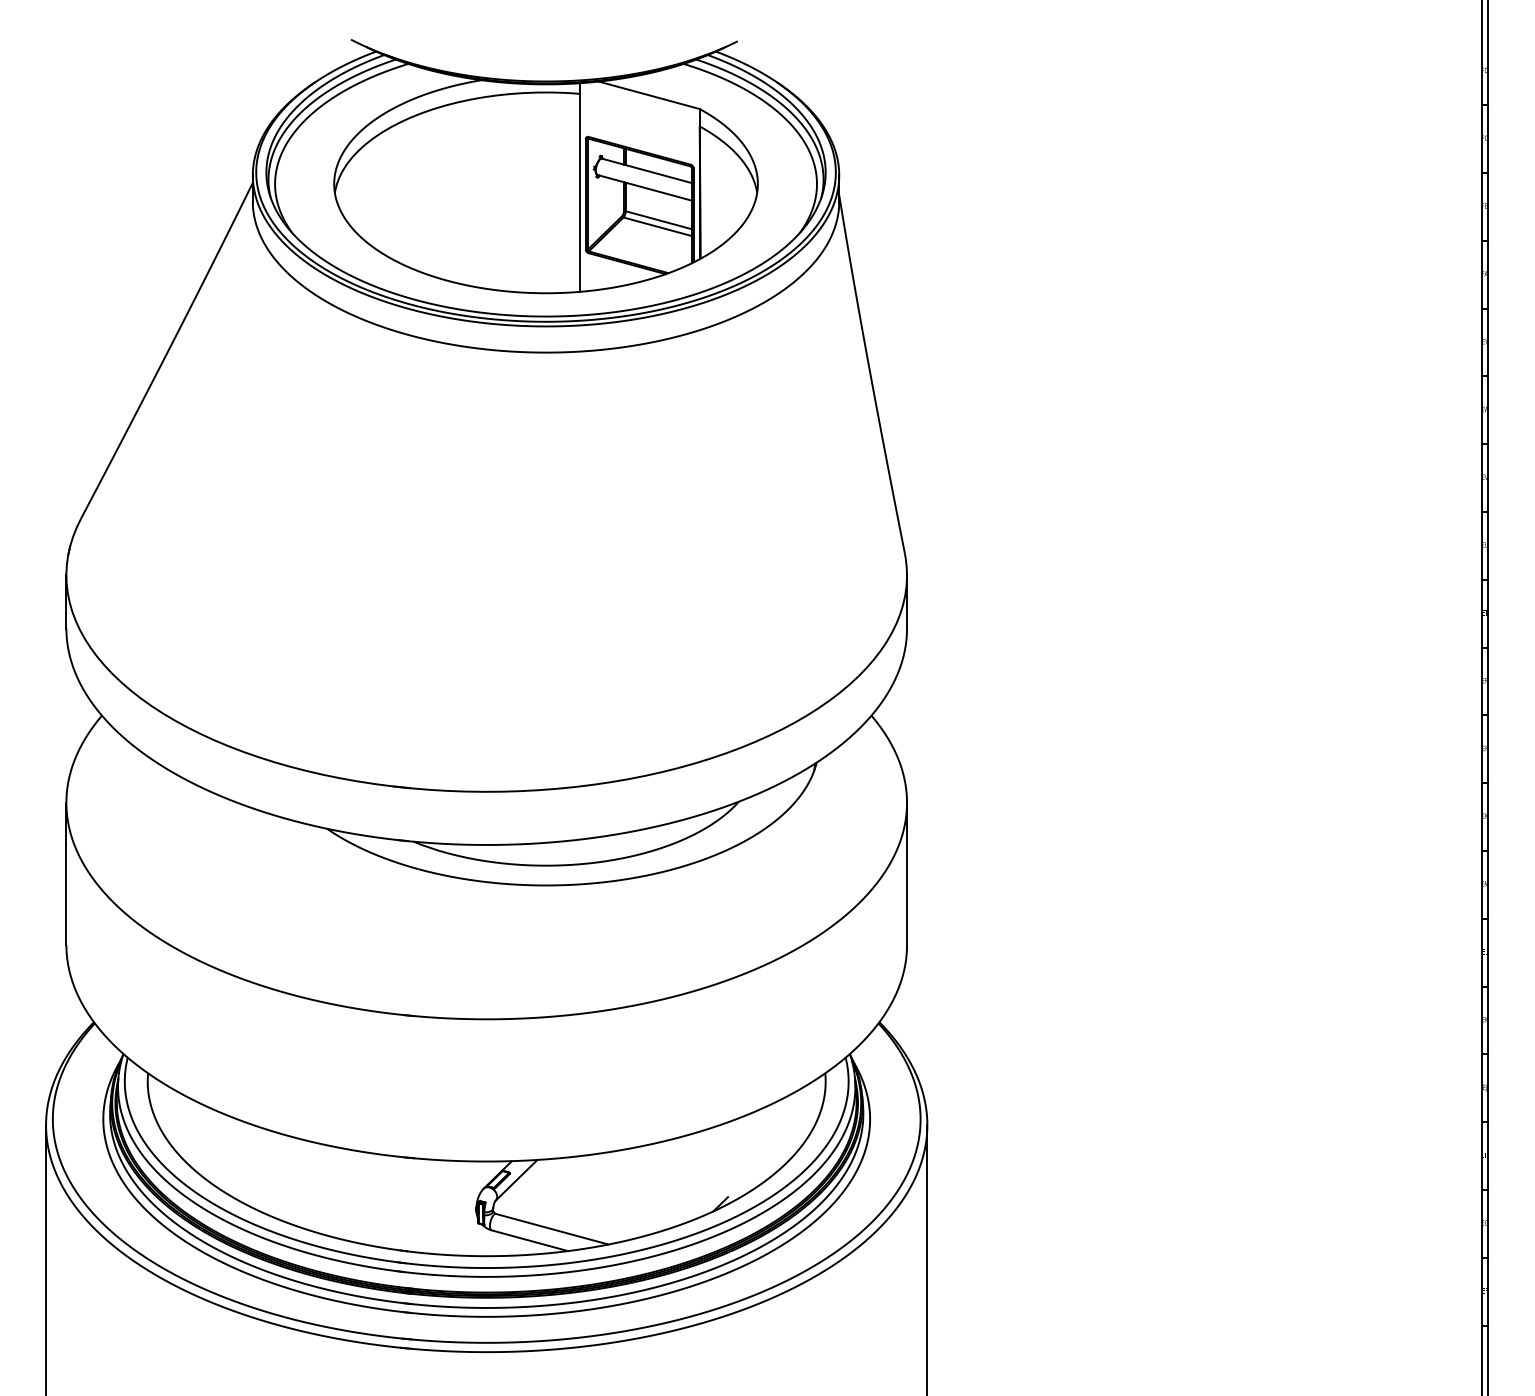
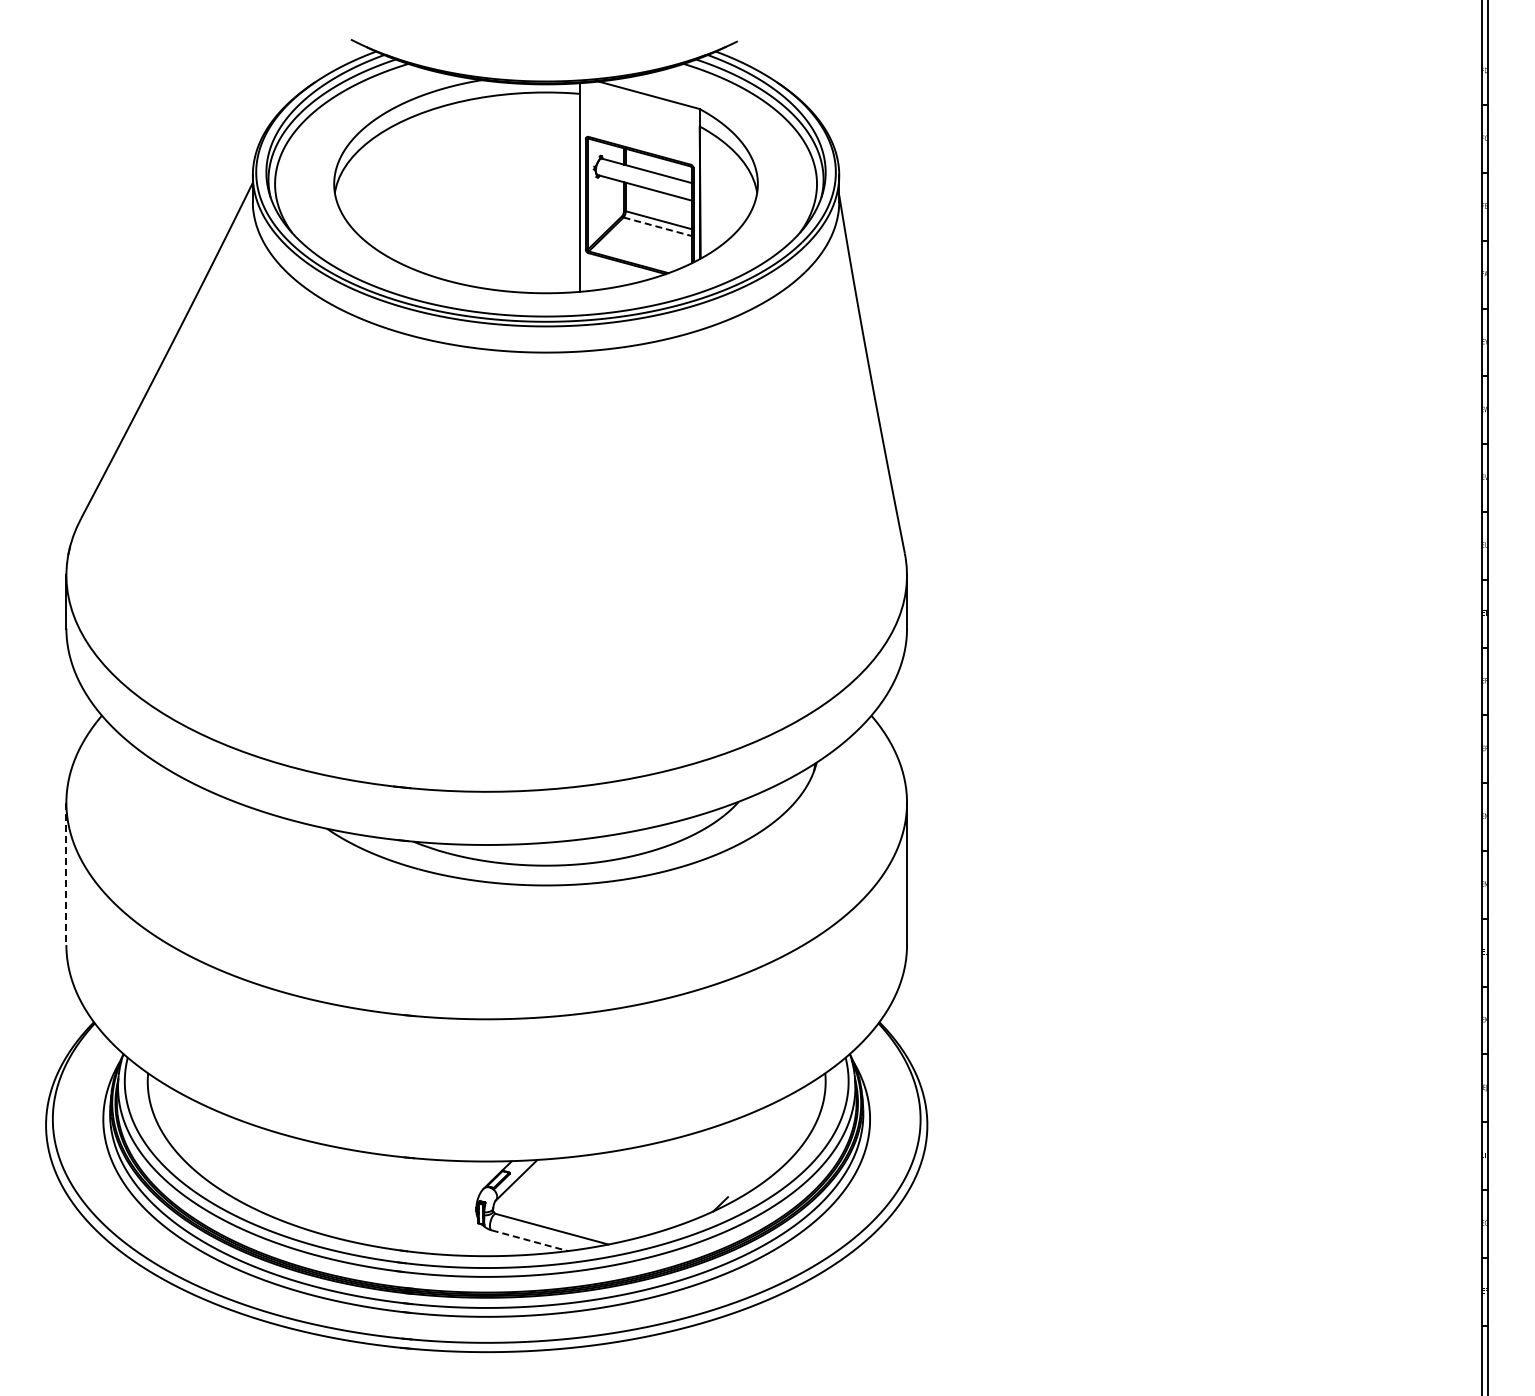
line at (658, 226): solid -> dashed
line at (66, 874): solid -> dashed
line at (529, 1240): solid -> dashed
line at (46, 1258): present -> none
line at (927, 1258): present -> none
